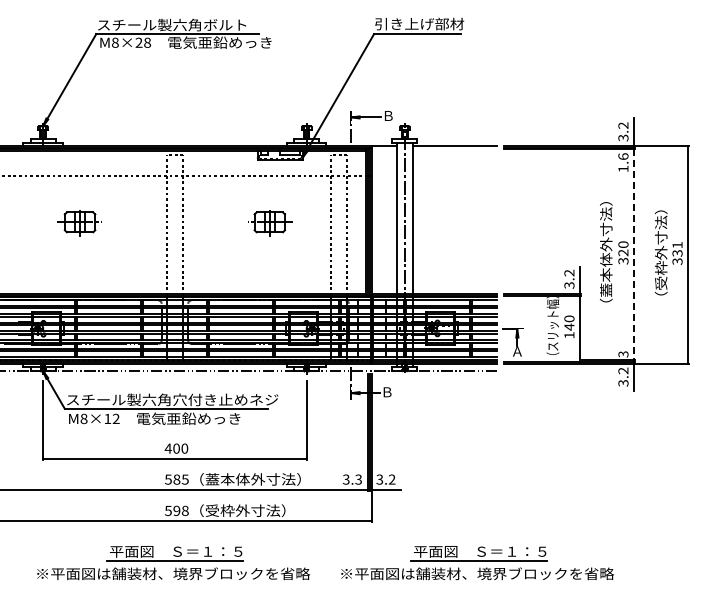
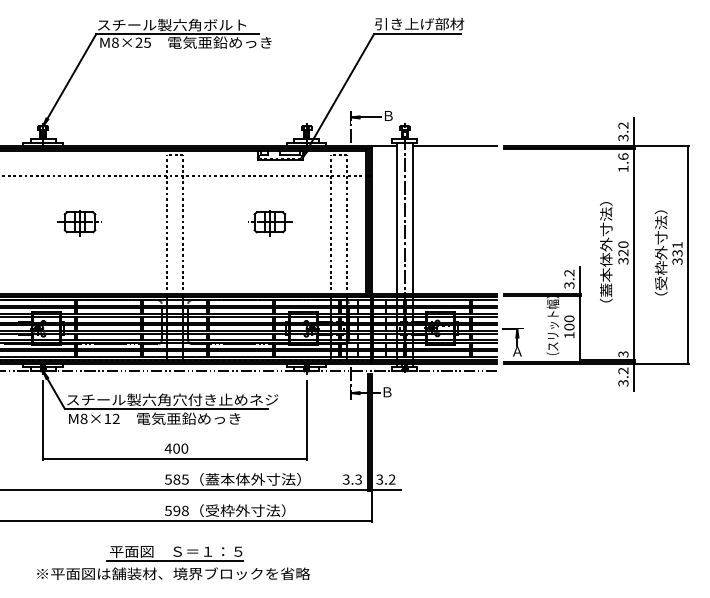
text at (147, 42): M8×28 -> M8×25
line at (633, 254): dashed -> solid
text at (569, 326): 140 -> 100
part at (477, 563): present -> none
